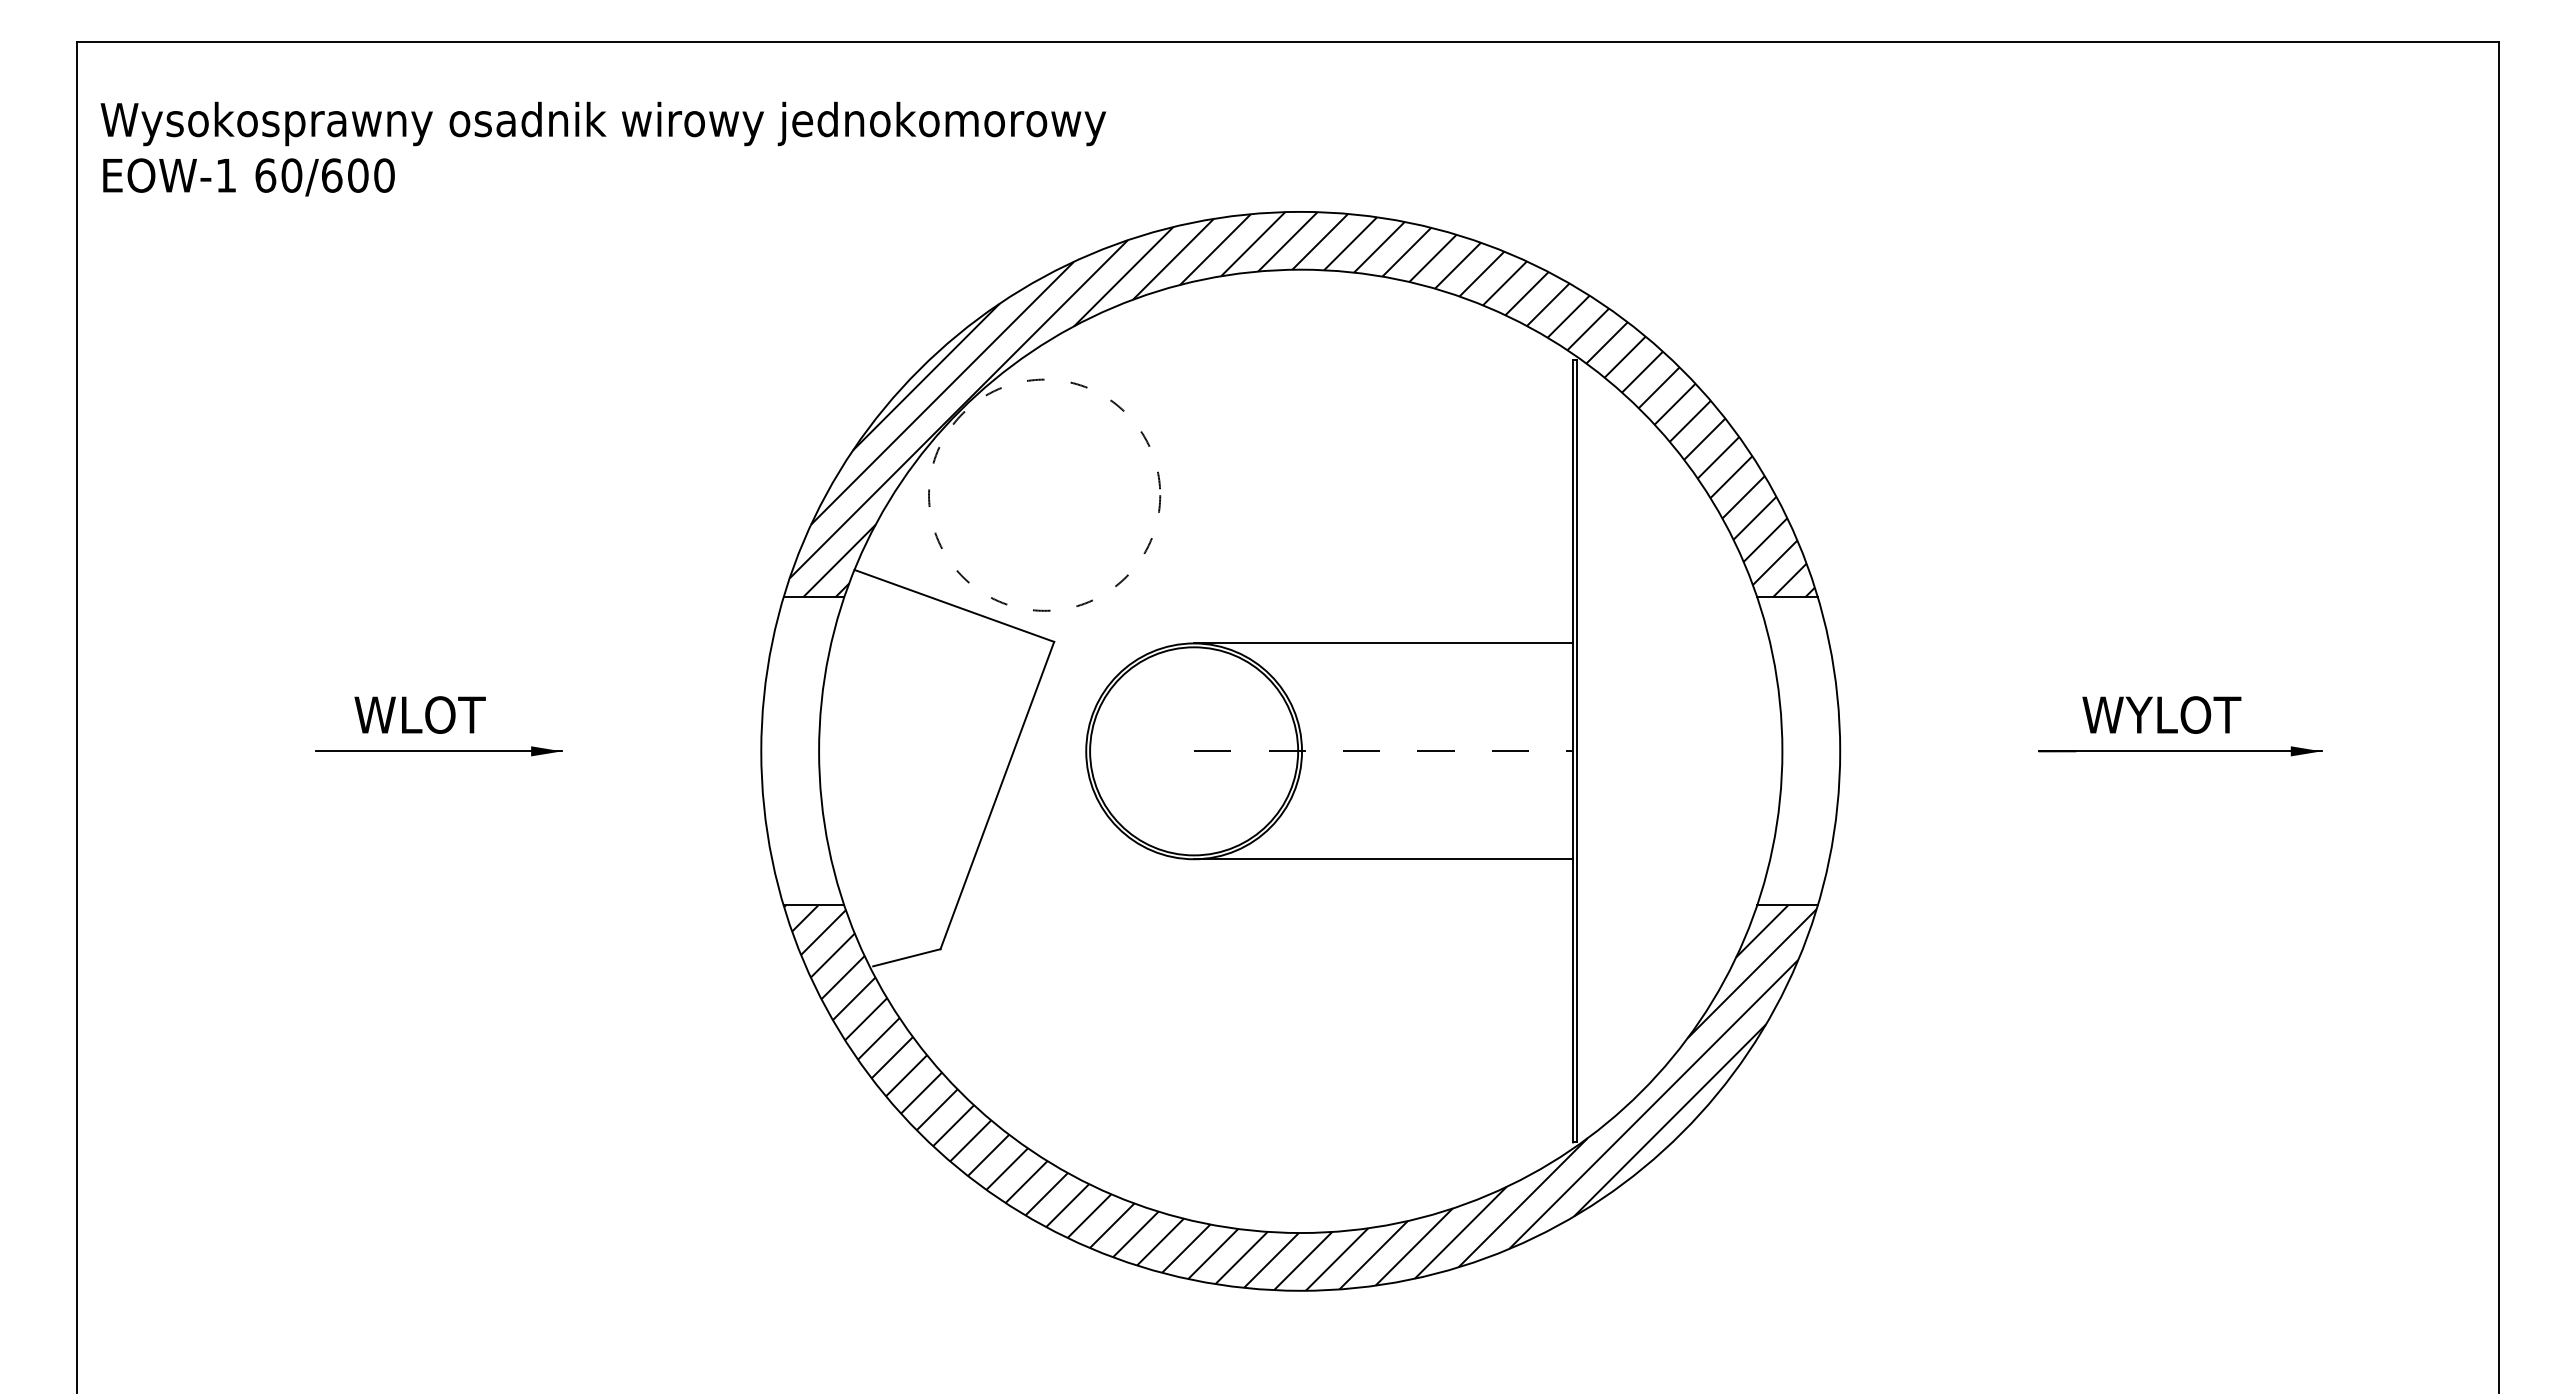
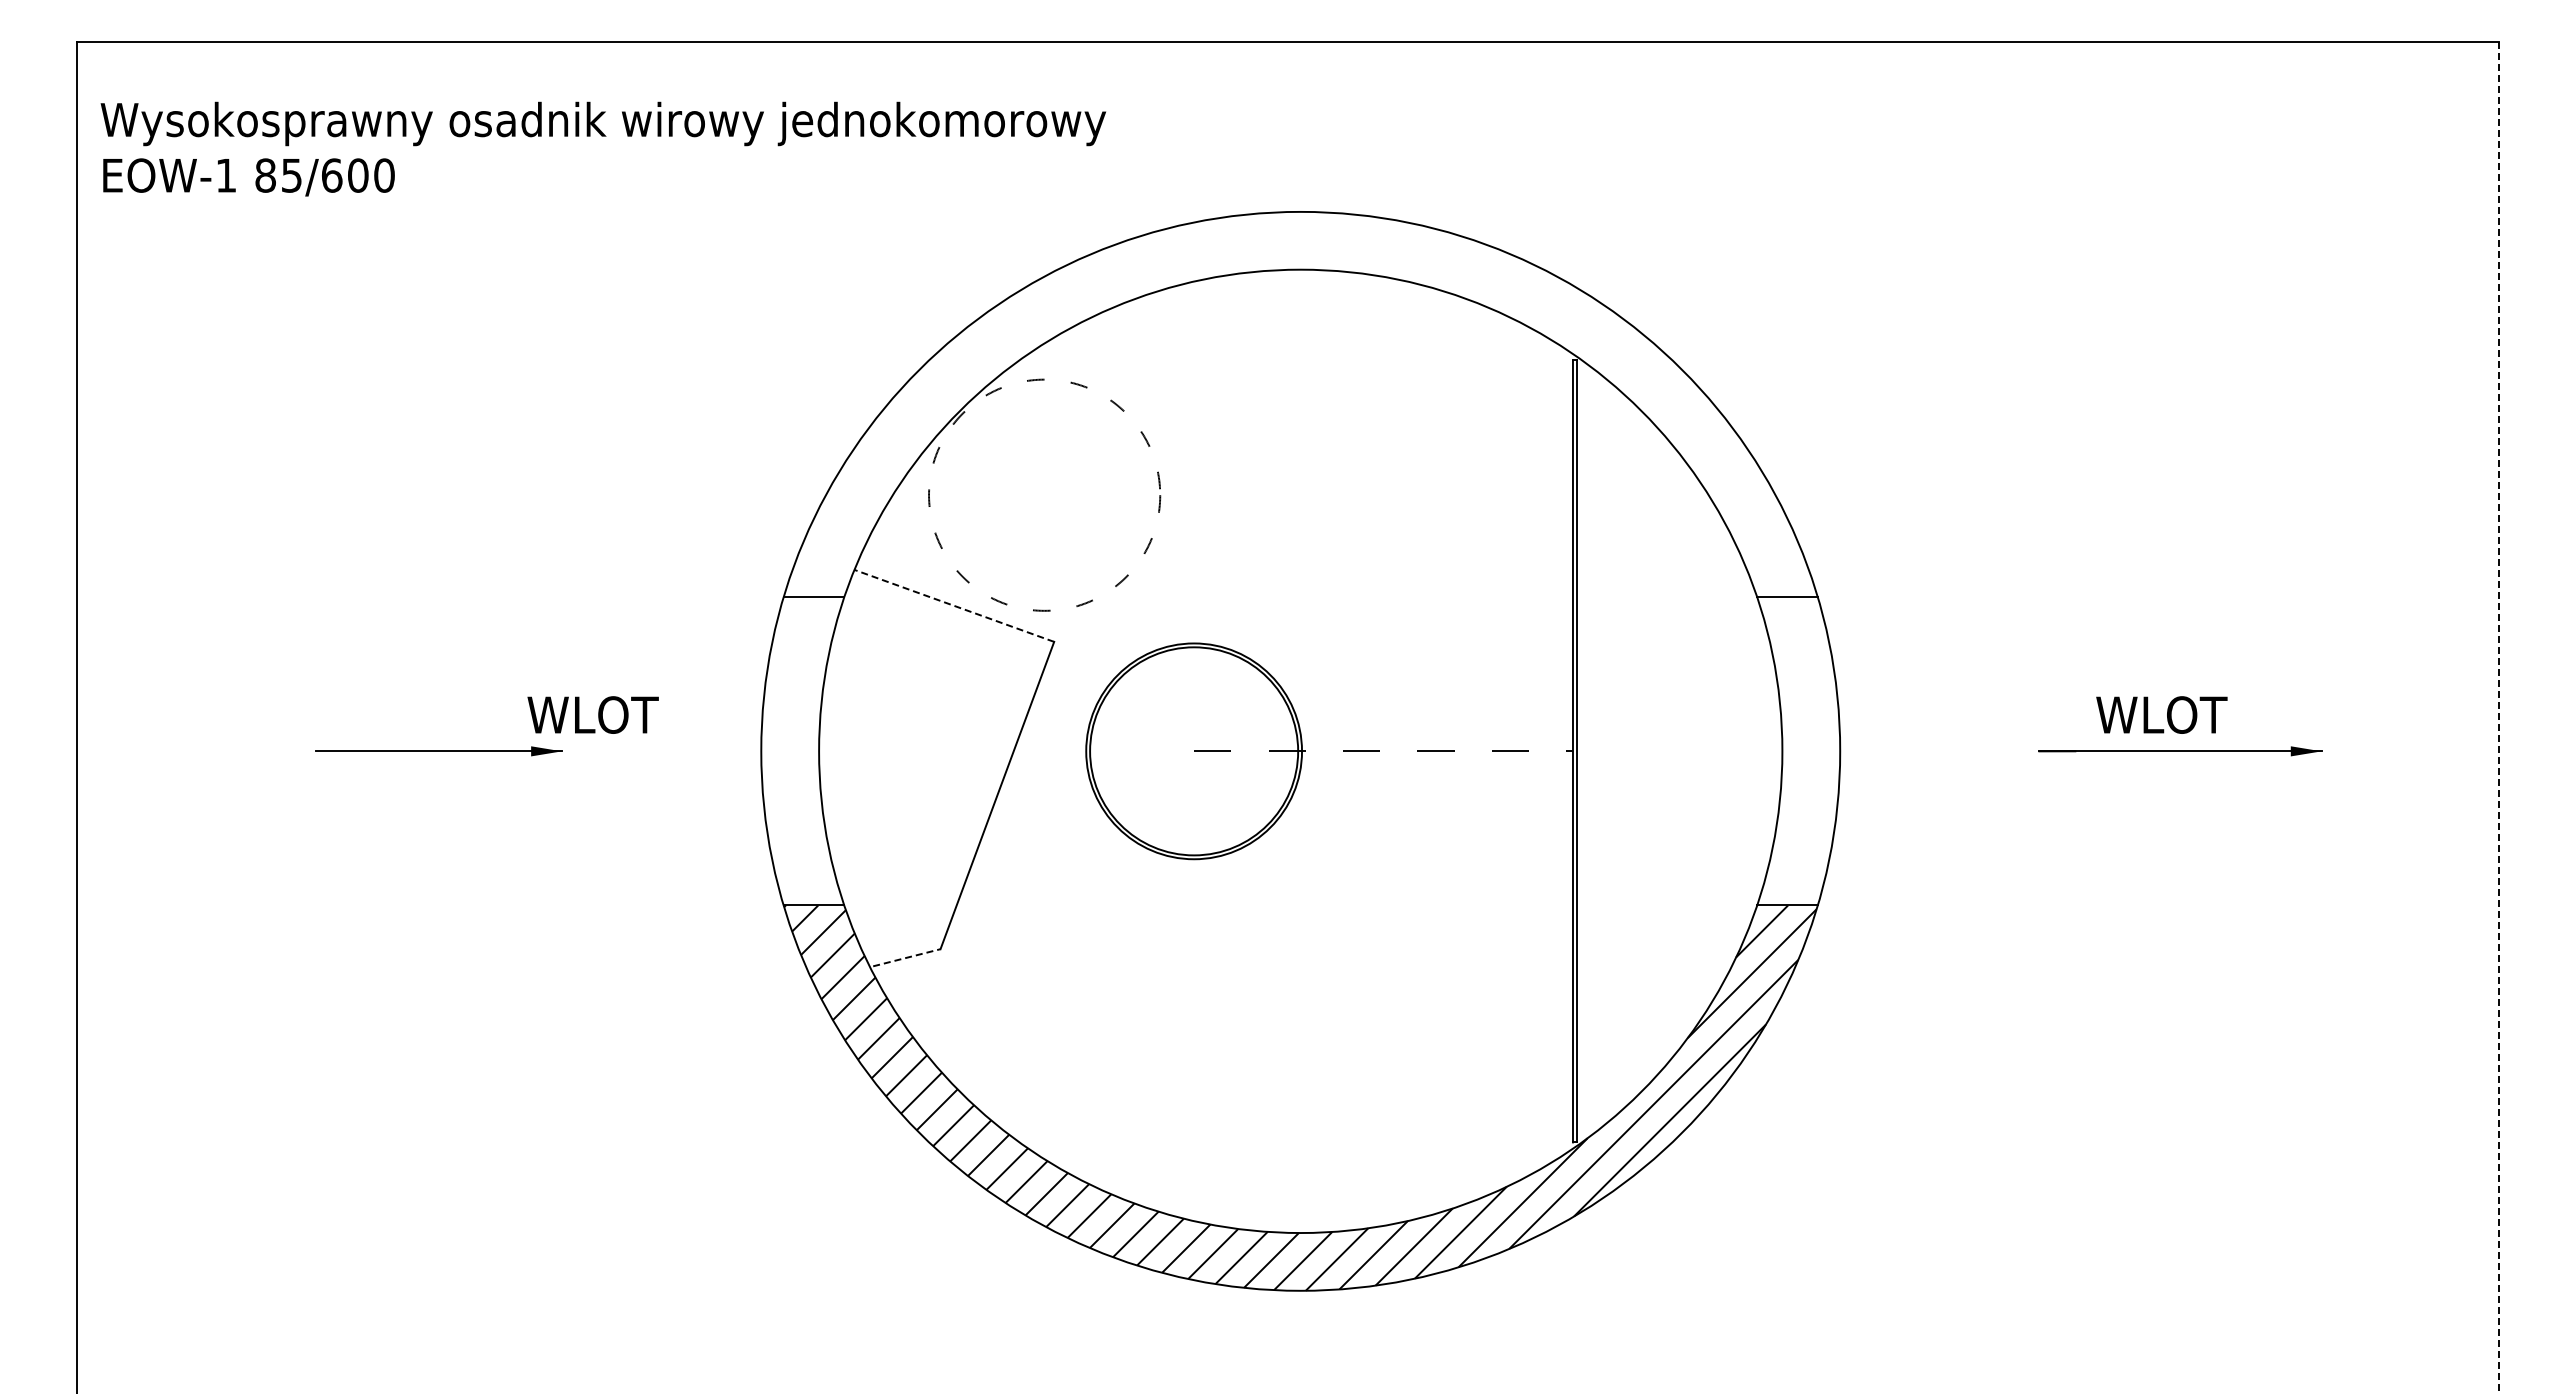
text at (278, 175): 60/600 -> 85/600
hatch at (1301, 404): present -> none
line at (953, 605): solid -> dashed
line at (1383, 643): present -> none
text at (419, 714) position: (419, 714) -> (592, 714)
text at (2161, 714): WYLOT -> WLOT
line at (2498, 717): solid -> dashed
line at (1383, 859): present -> none
line at (906, 957): solid -> dashed
